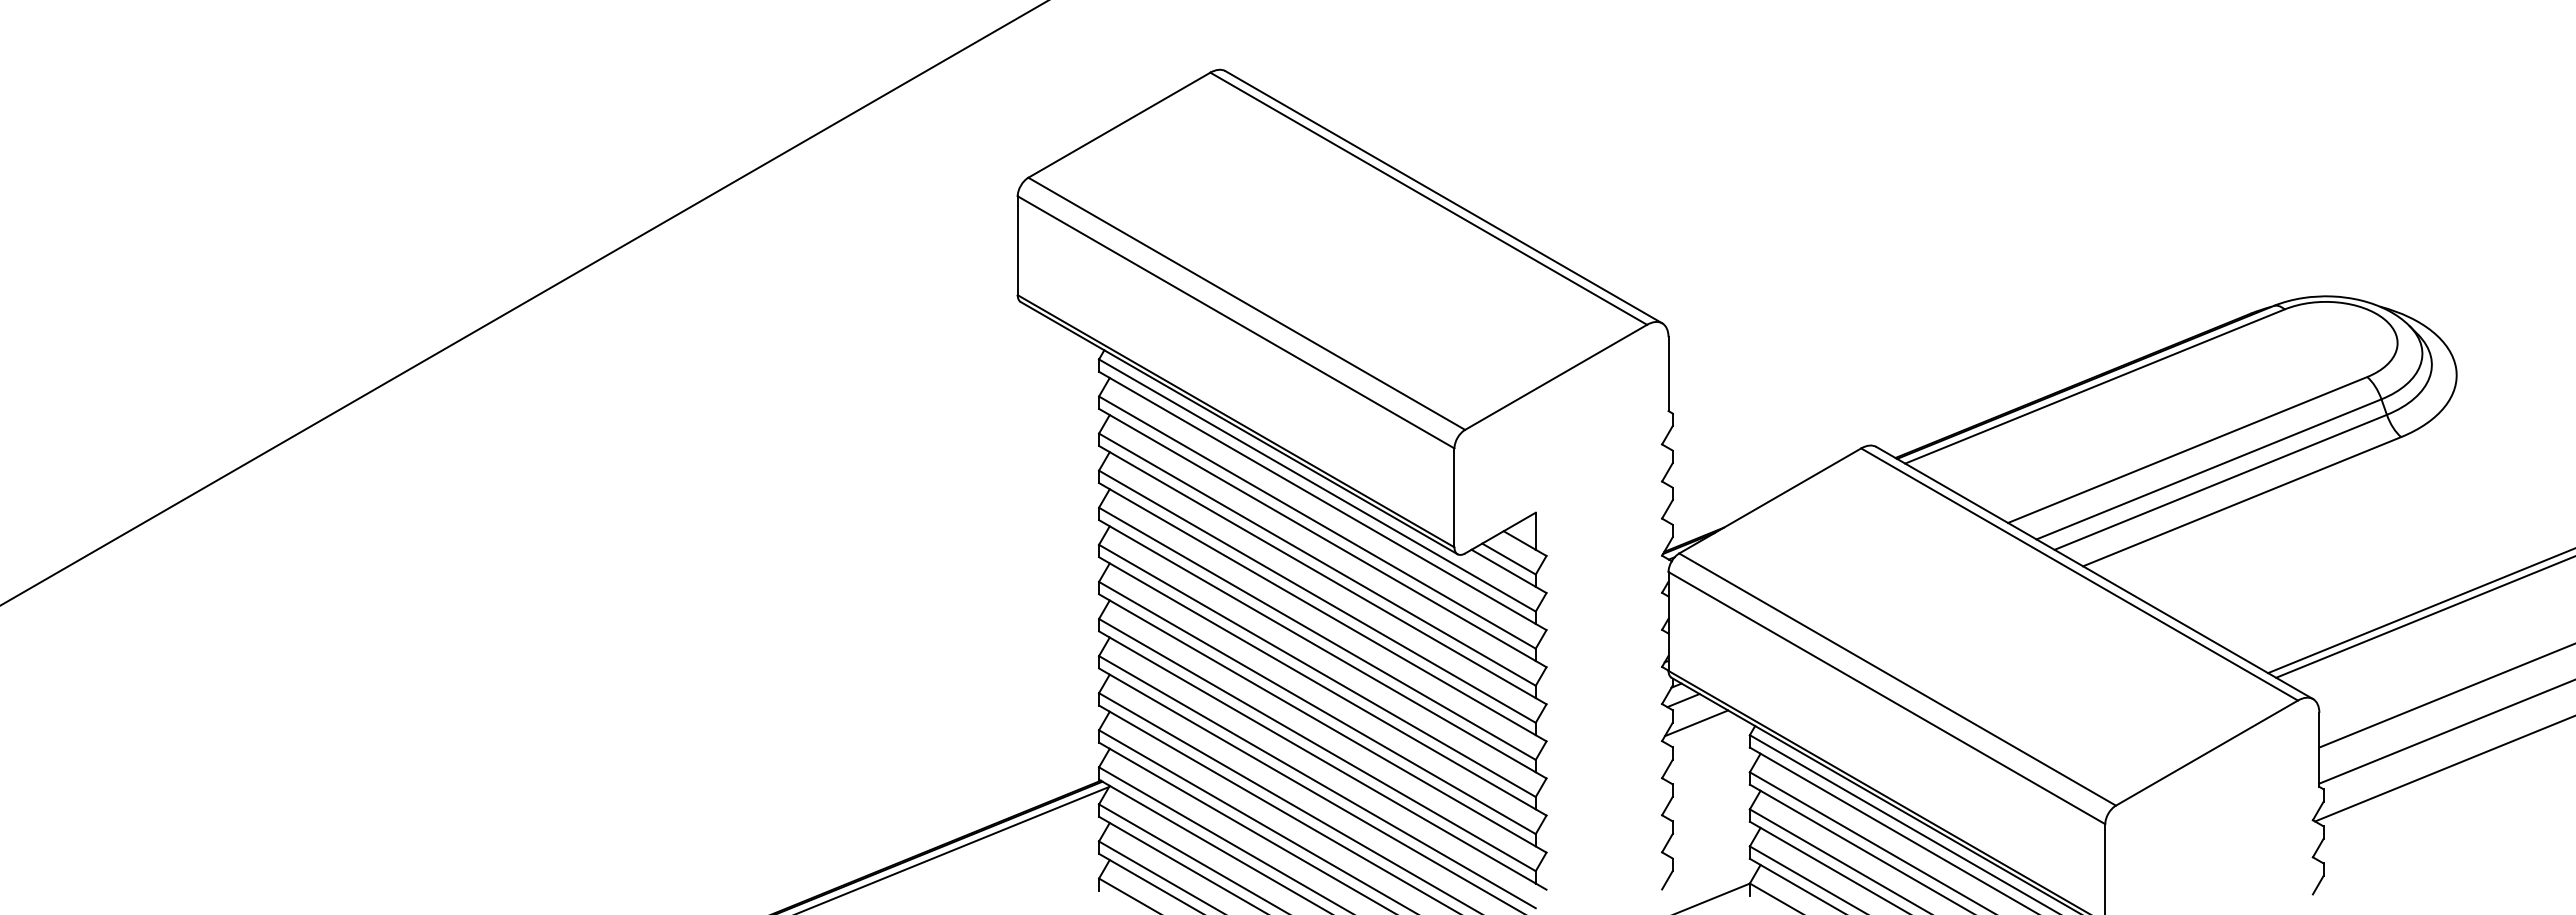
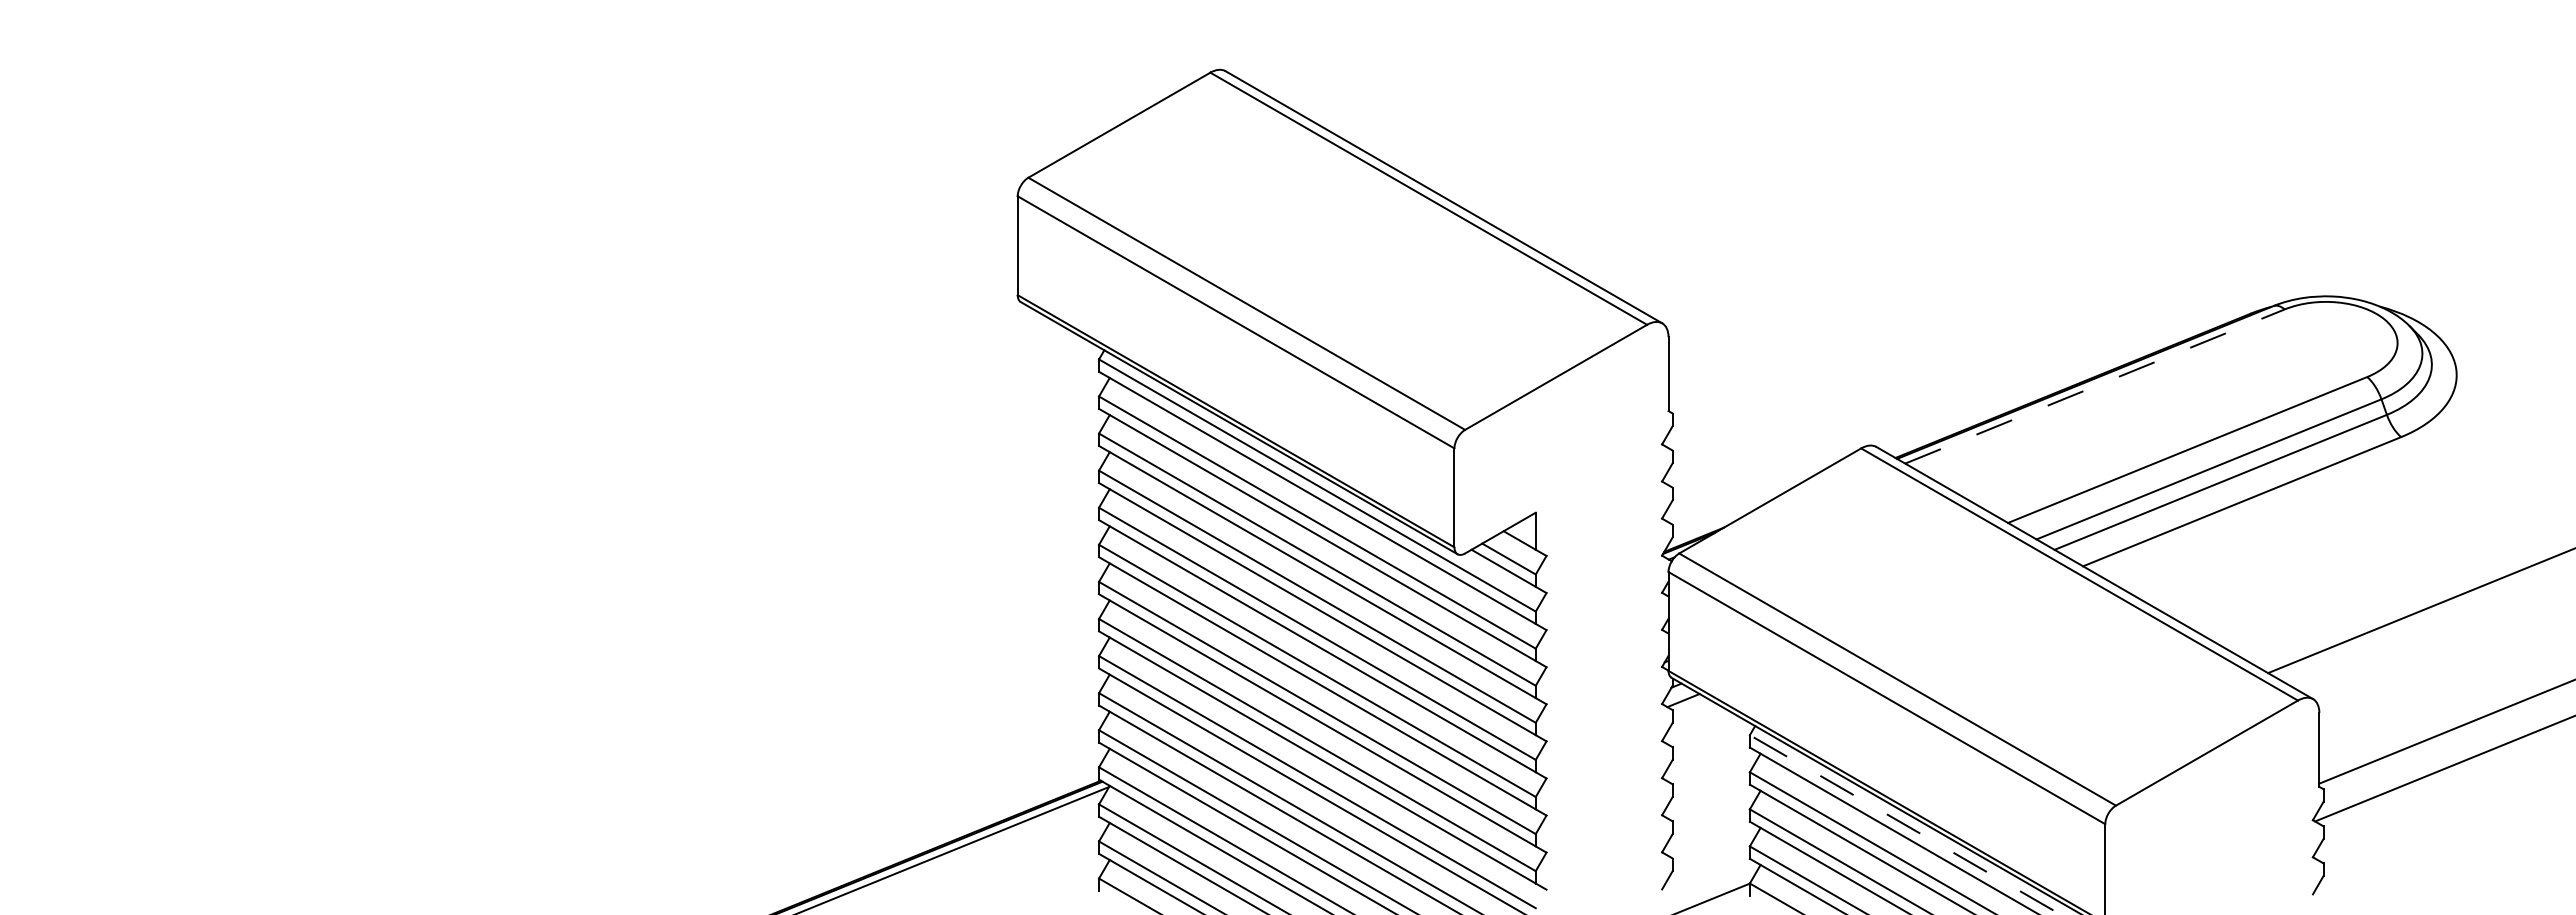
line at (523, 303): present -> none
line at (2095, 386): solid -> dashed
line at (2424, 617): present -> none
line at (2445, 695): present -> none
line at (1696, 723): present -> none
line at (1905, 825): solid -> dashed
